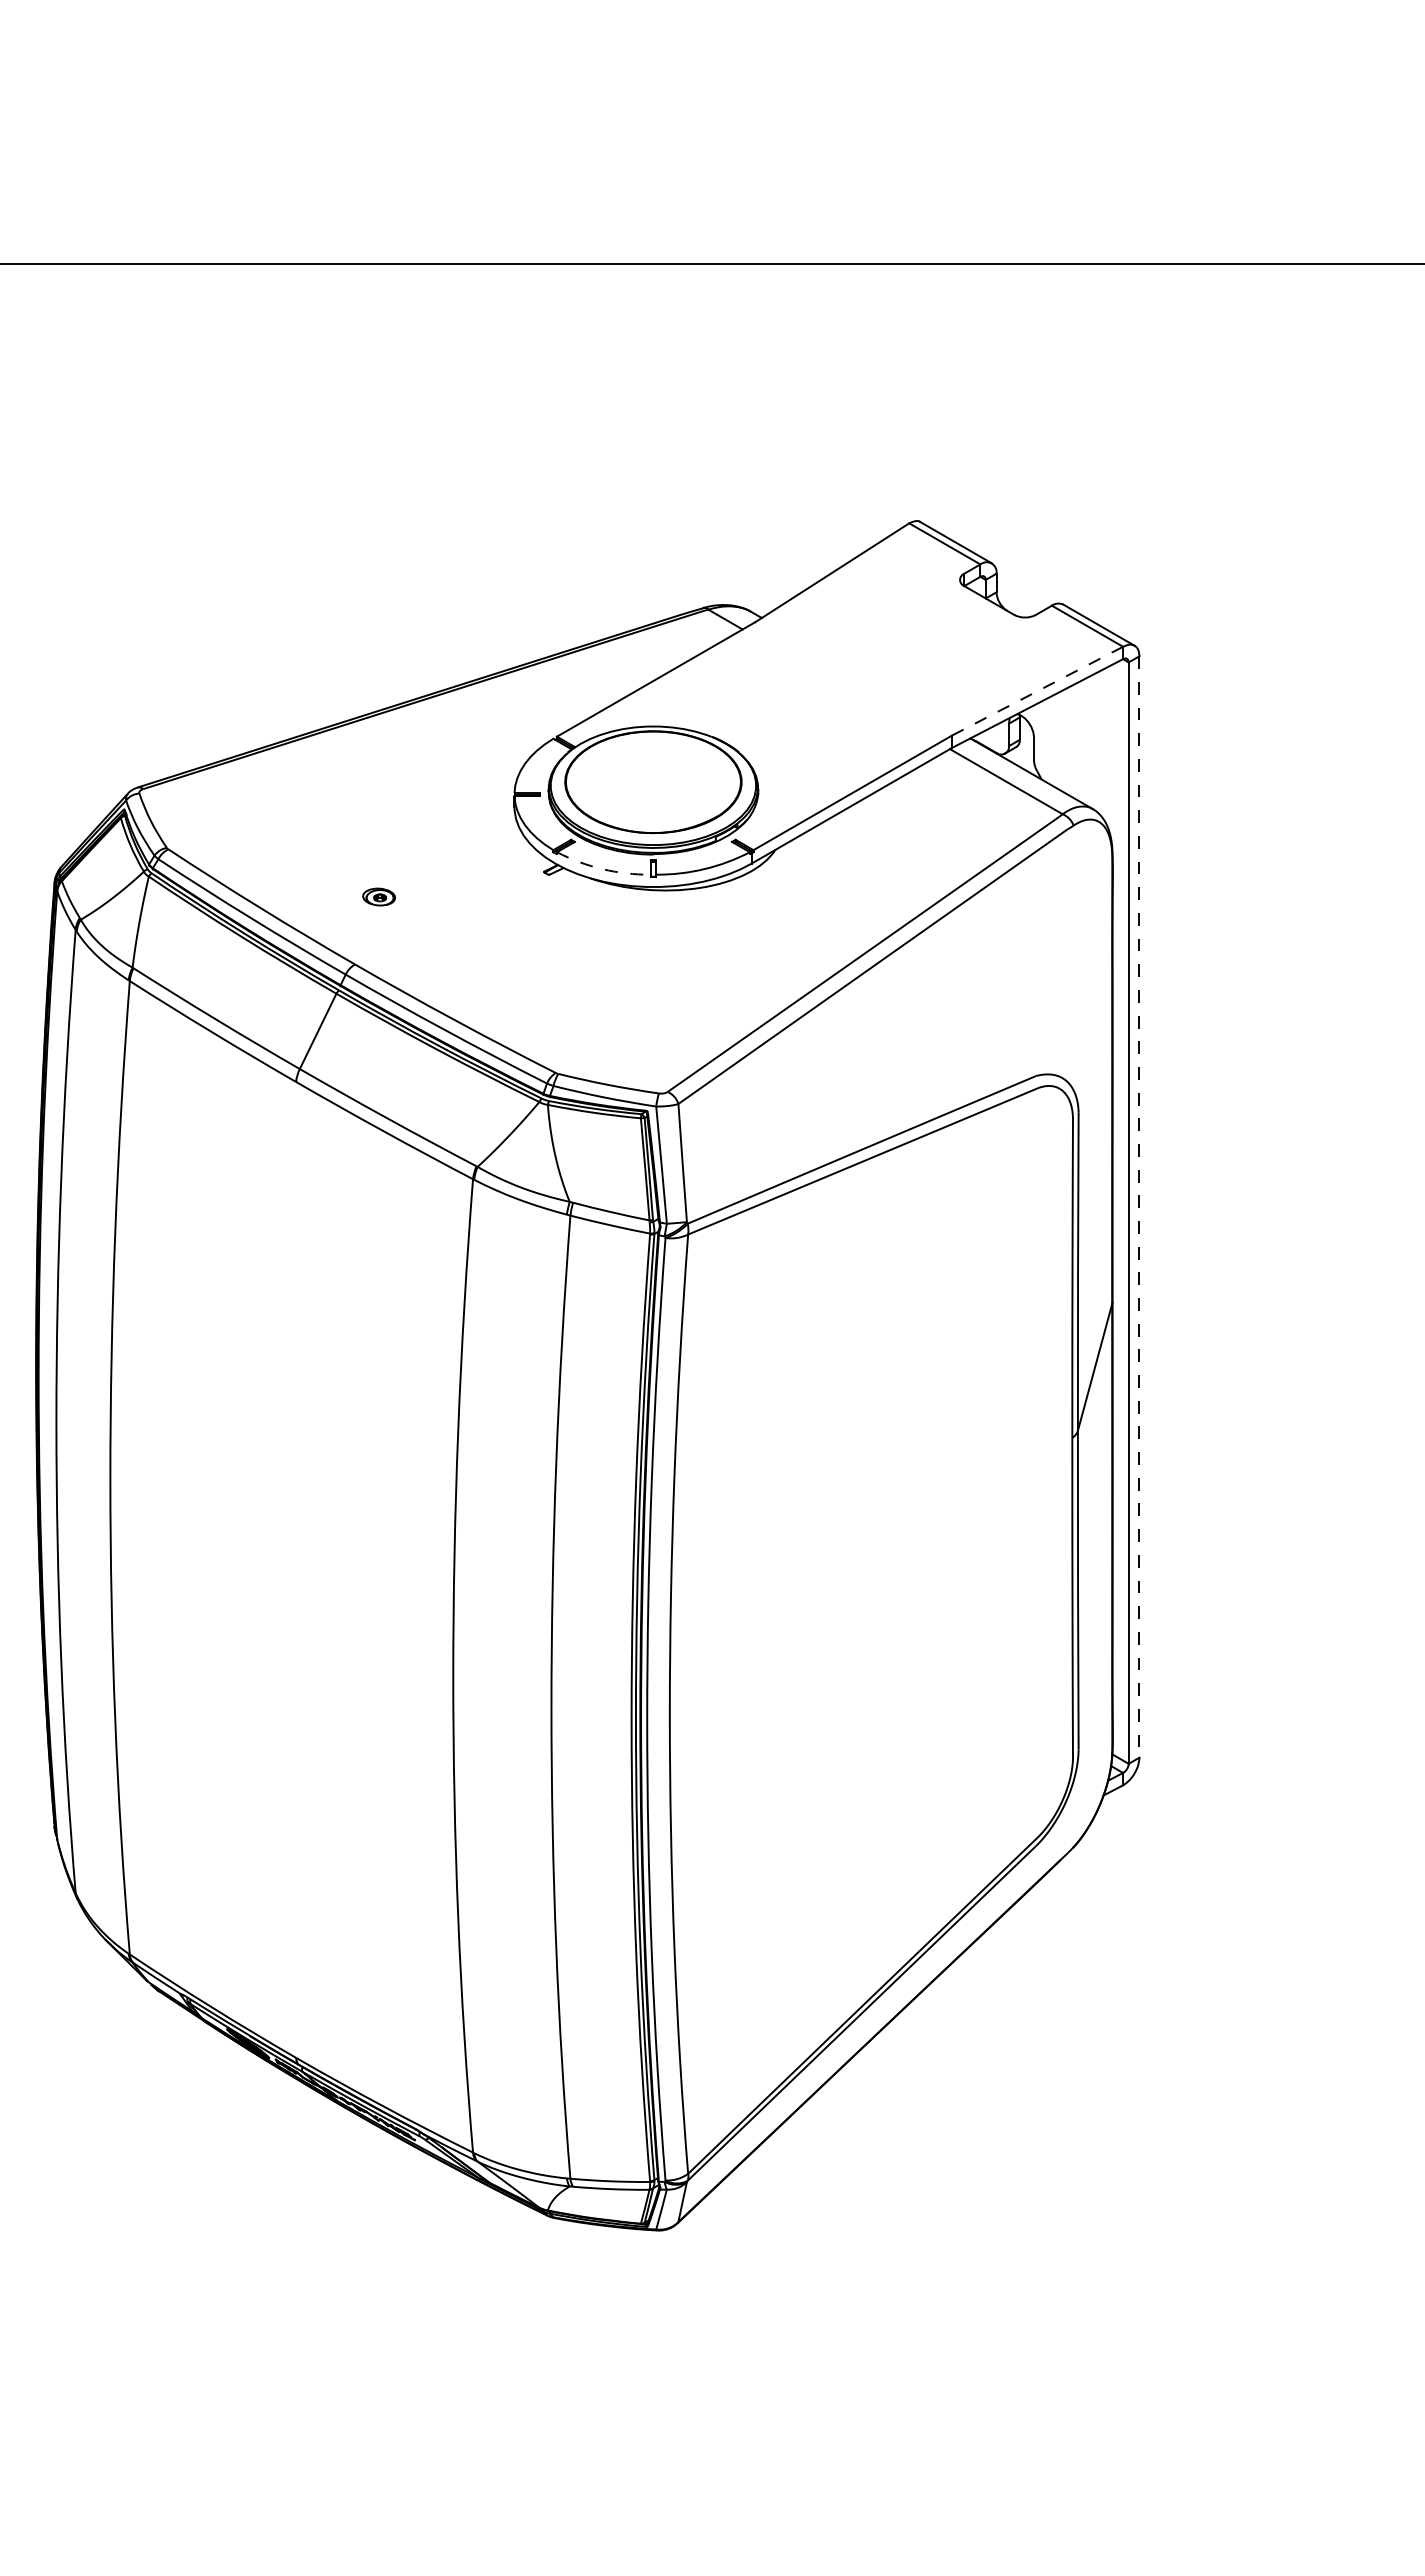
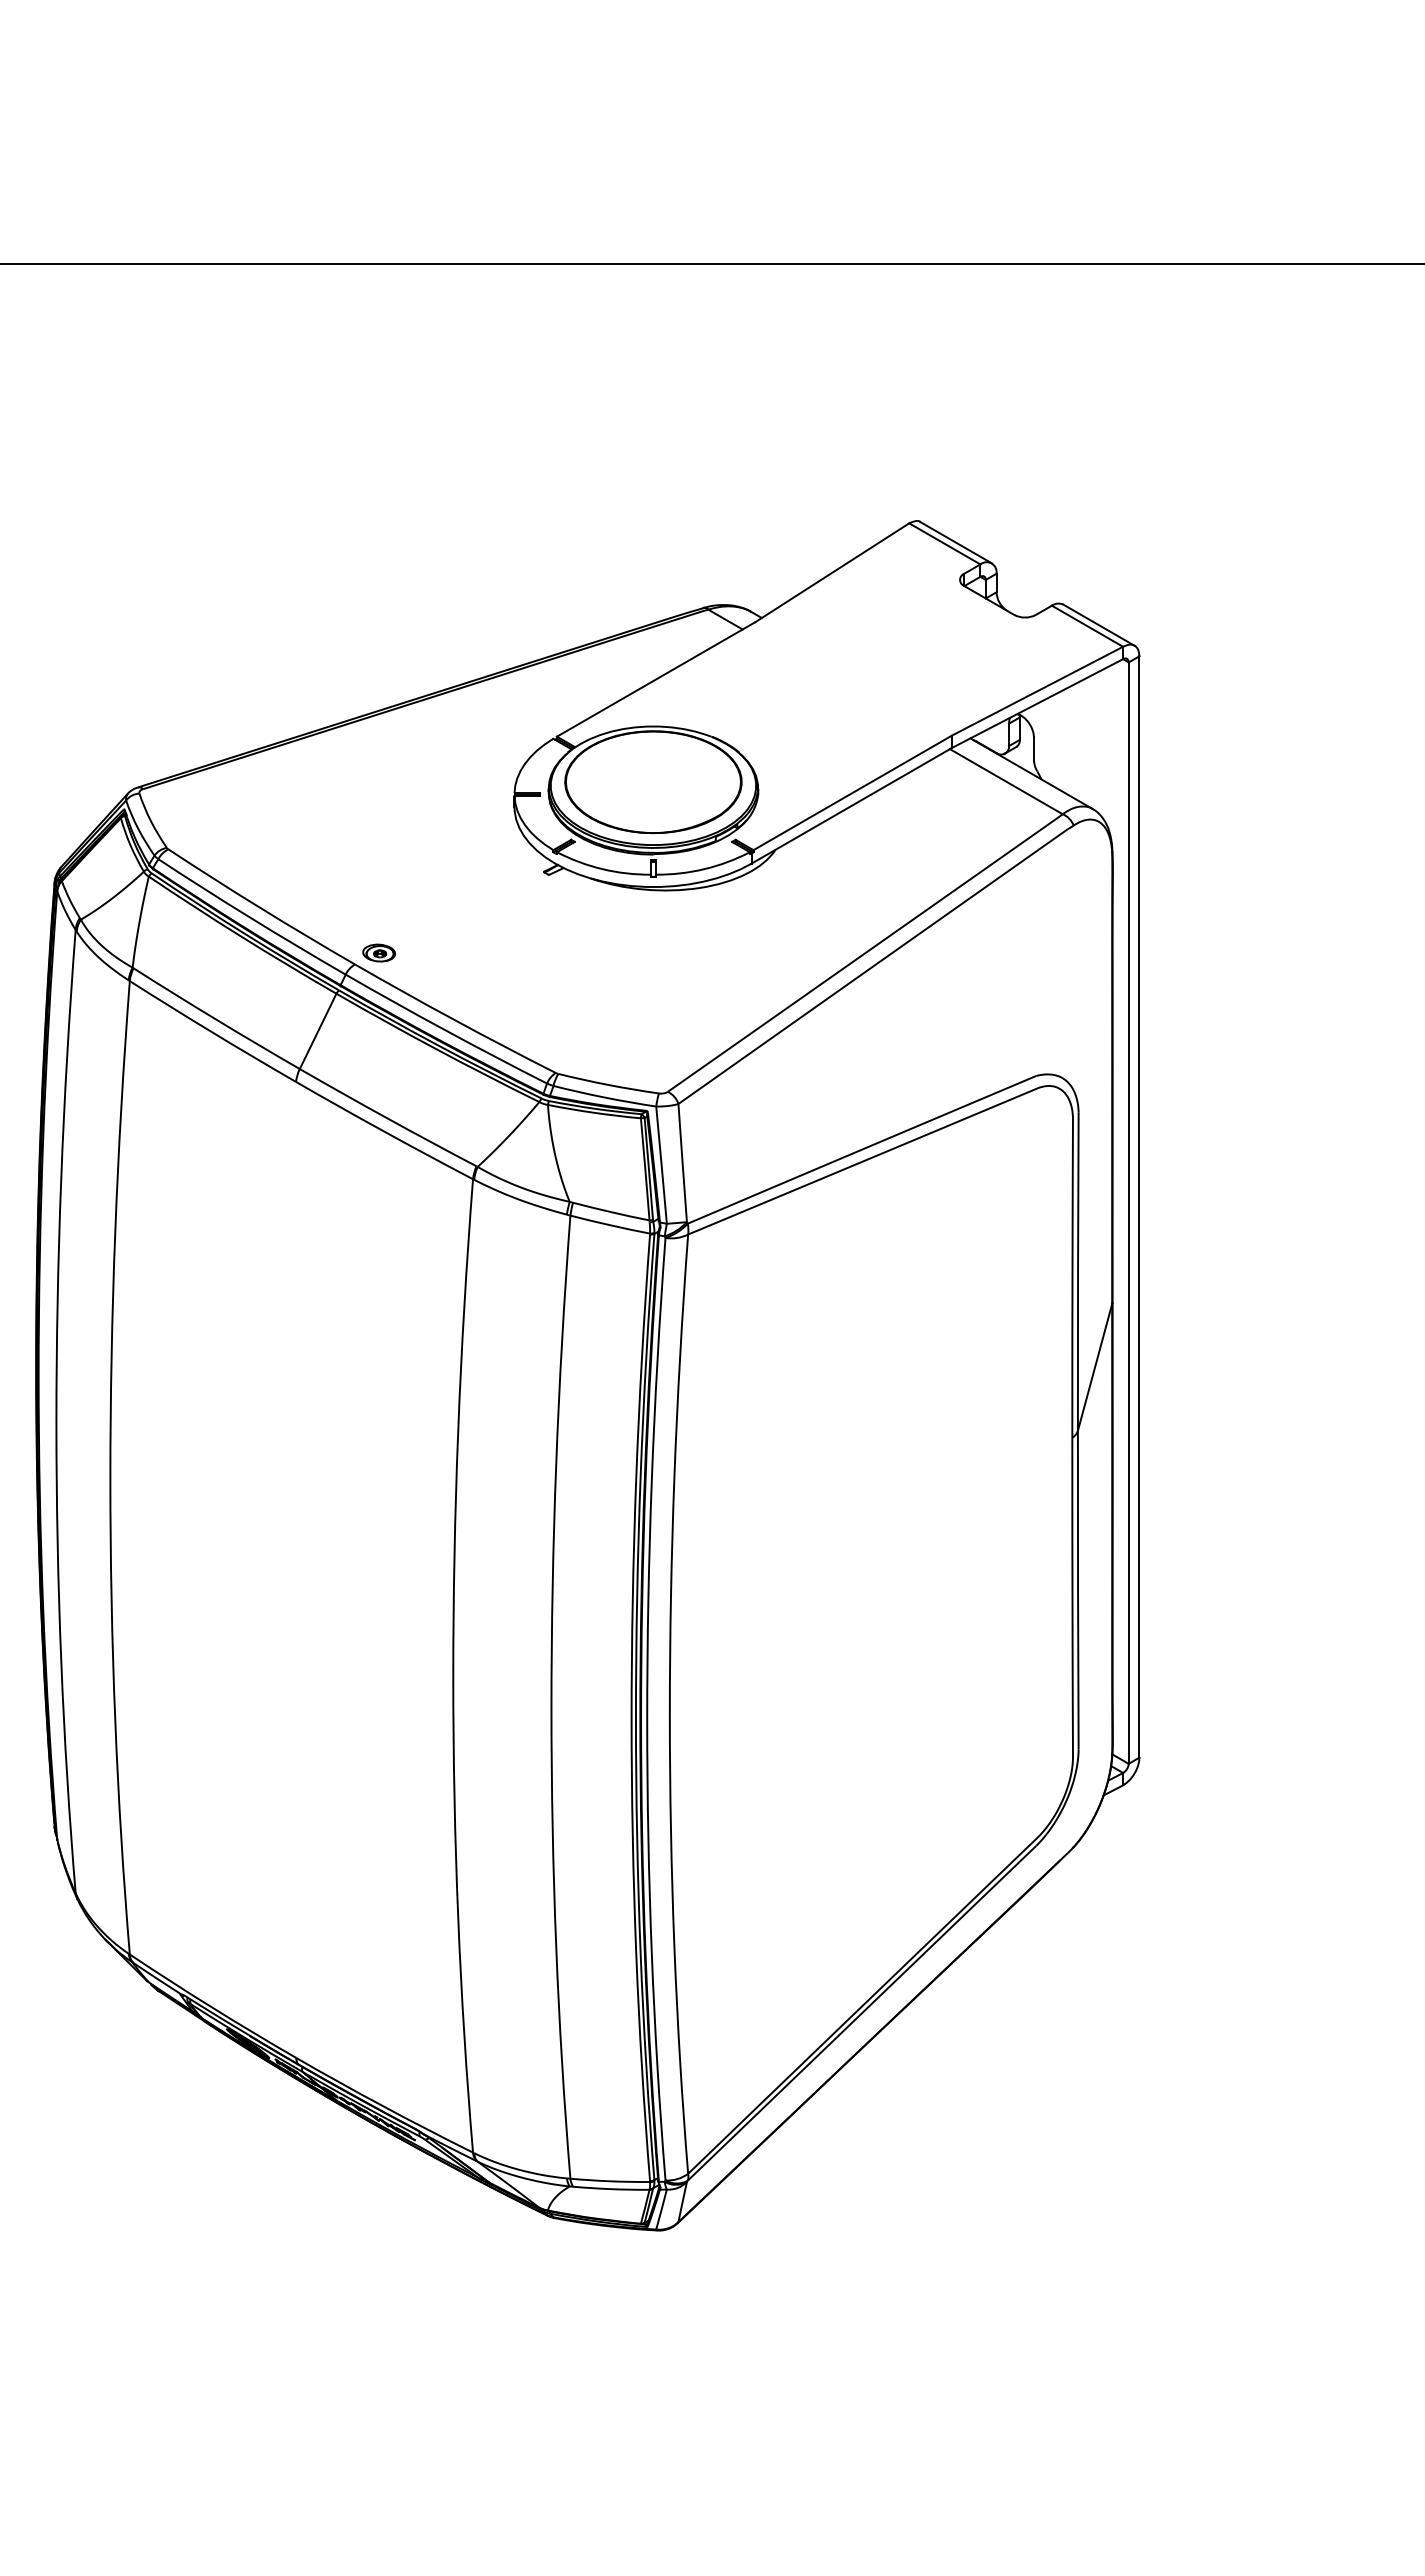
line at (1037, 691): dashed -> solid
arc at (602, 869): dashed -> solid
part at (378, 896) position: (378, 896) -> (378, 952)
line at (1139, 1206): dashed -> solid
